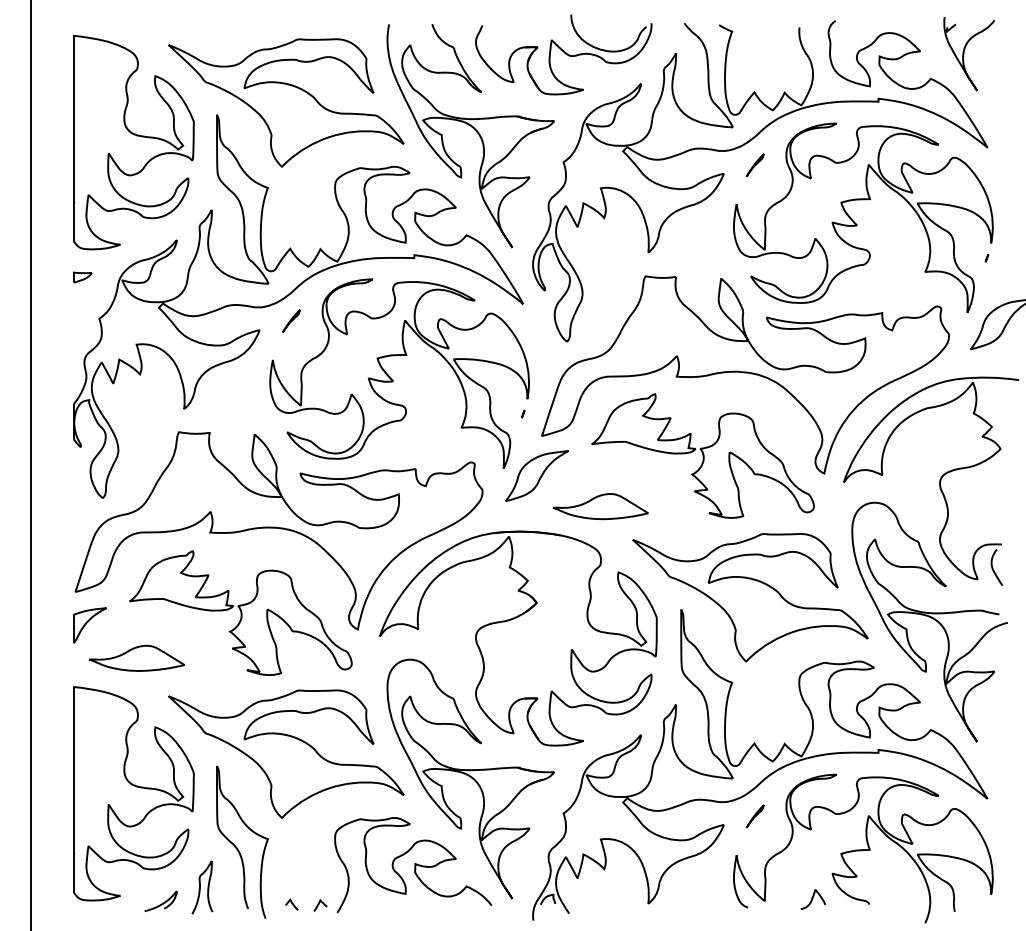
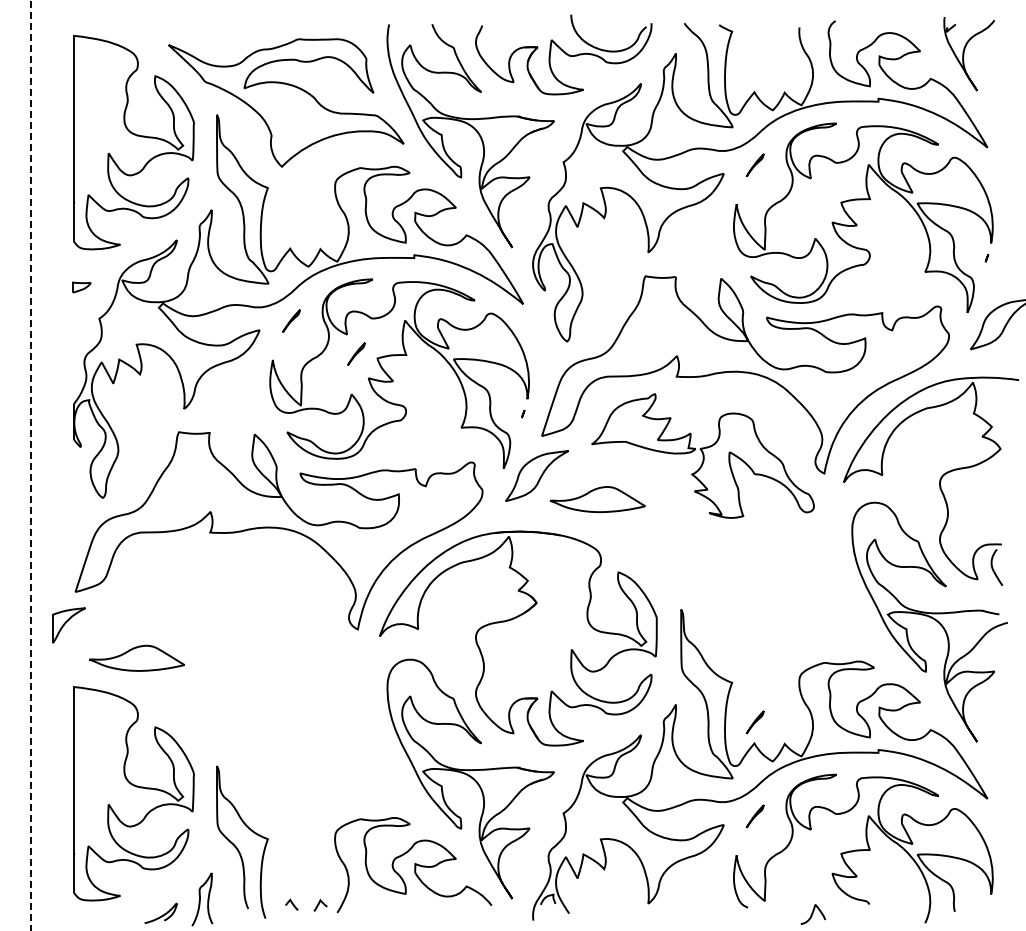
part at (82, 277) position: (82, 277) -> (81, 287)
line at (356, 353): none -> present
line at (30, 465): solid -> dashed
part at (600, 506) position: (600, 506) -> (597, 499)
part at (750, 597): present -> none
part at (240, 612): present -> none
part at (89, 625) position: (89, 625) -> (68, 625)
part at (754, 722): none -> present
part at (286, 753): present -> none
curve at (200, 887) position: (200, 887) -> (200, 899)
curve at (812, 899) position: (812, 899) -> (812, 914)
curve at (162, 902) position: (162, 902) -> (162, 914)
